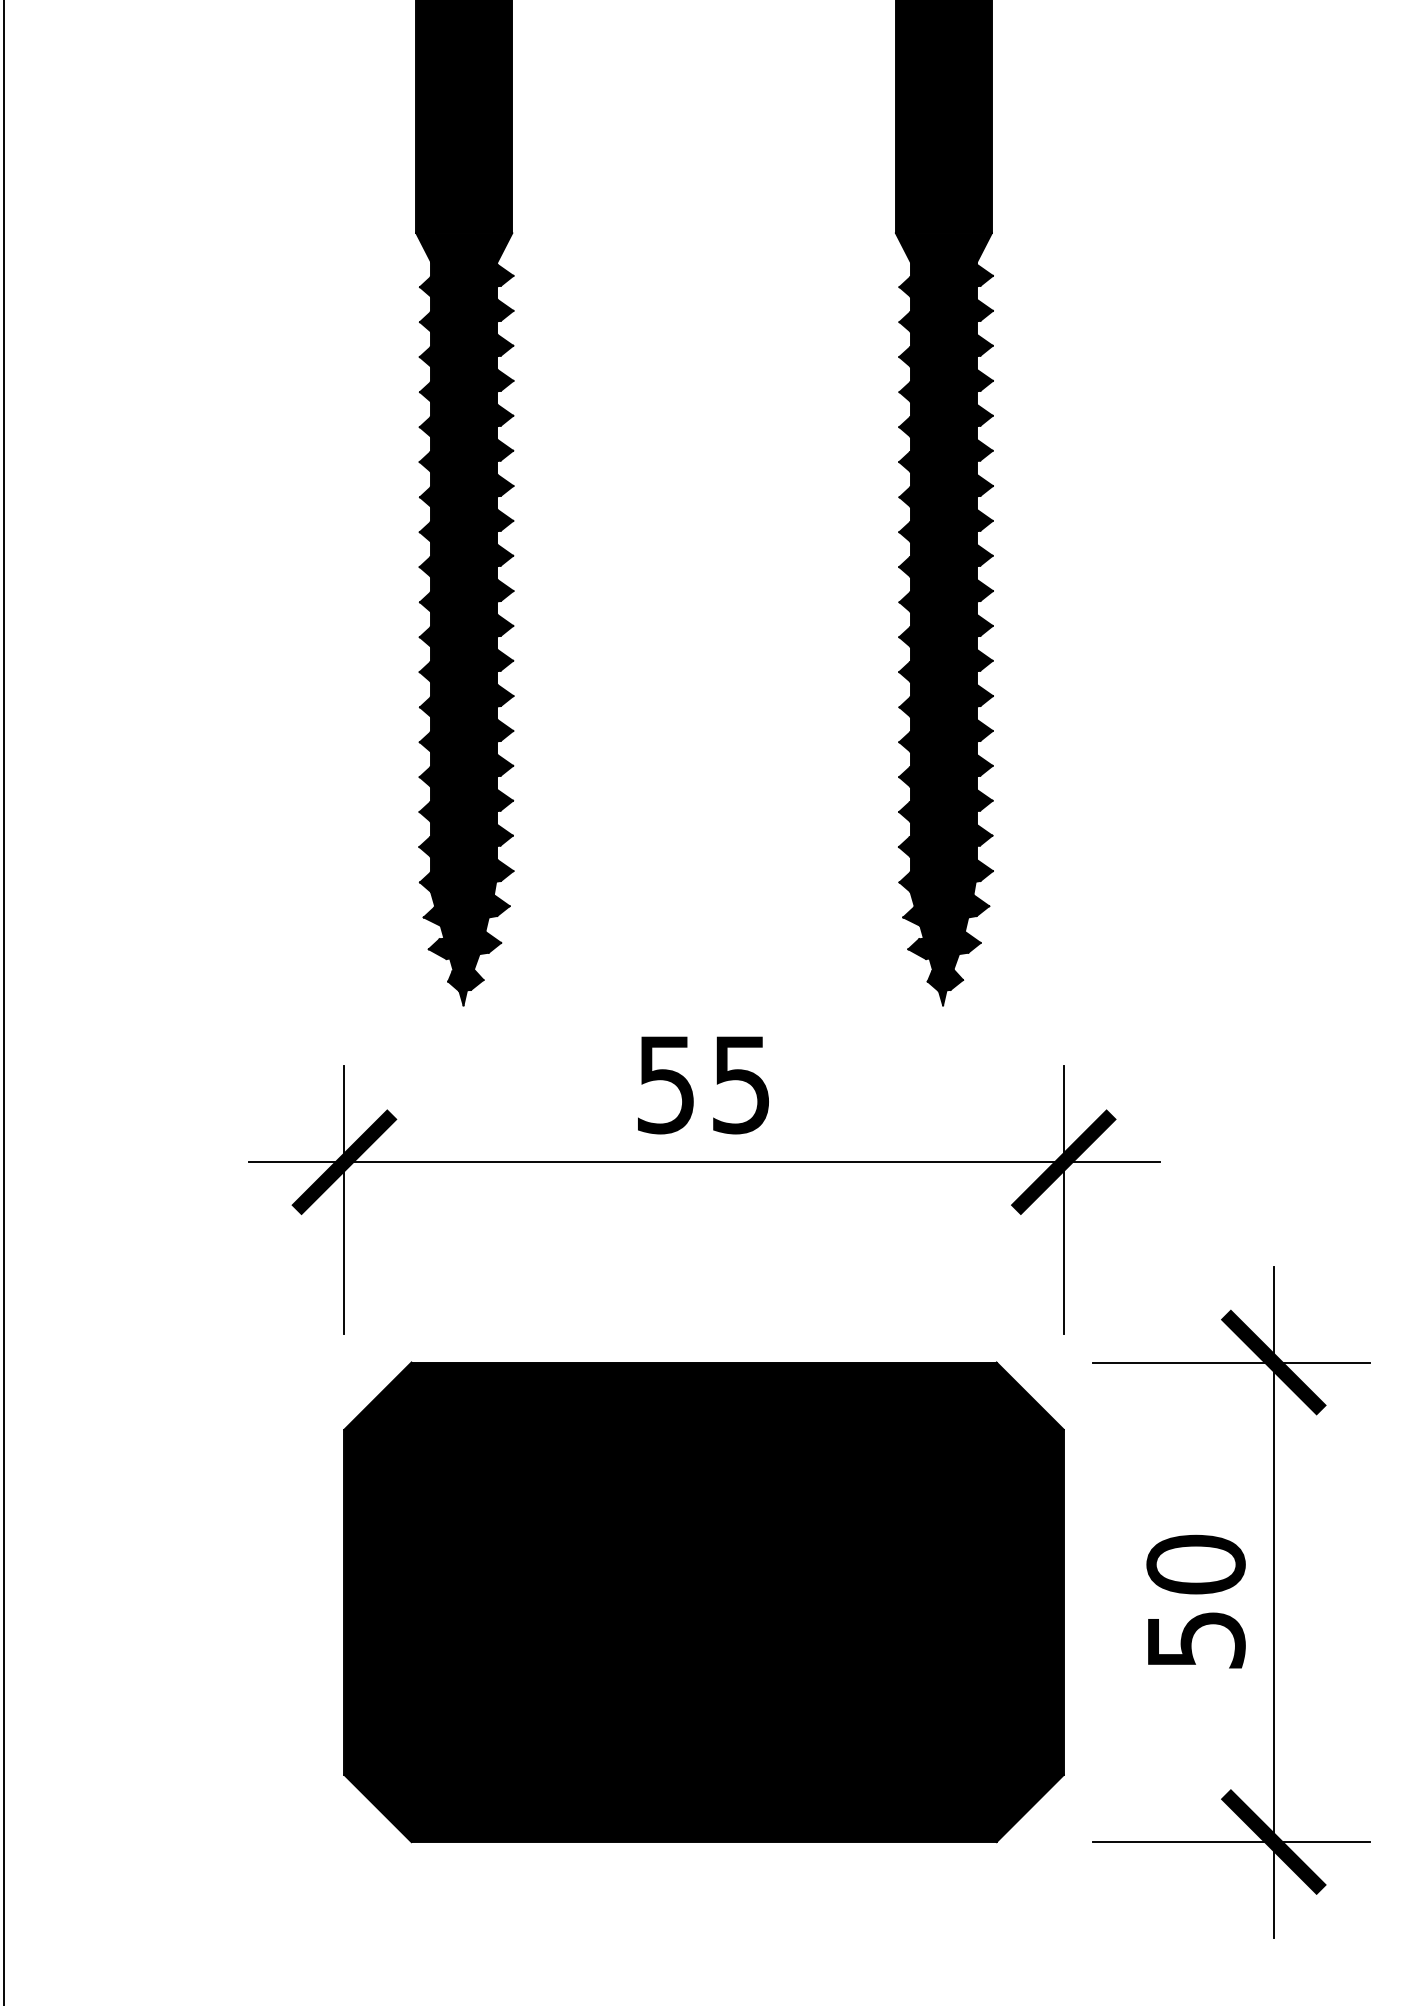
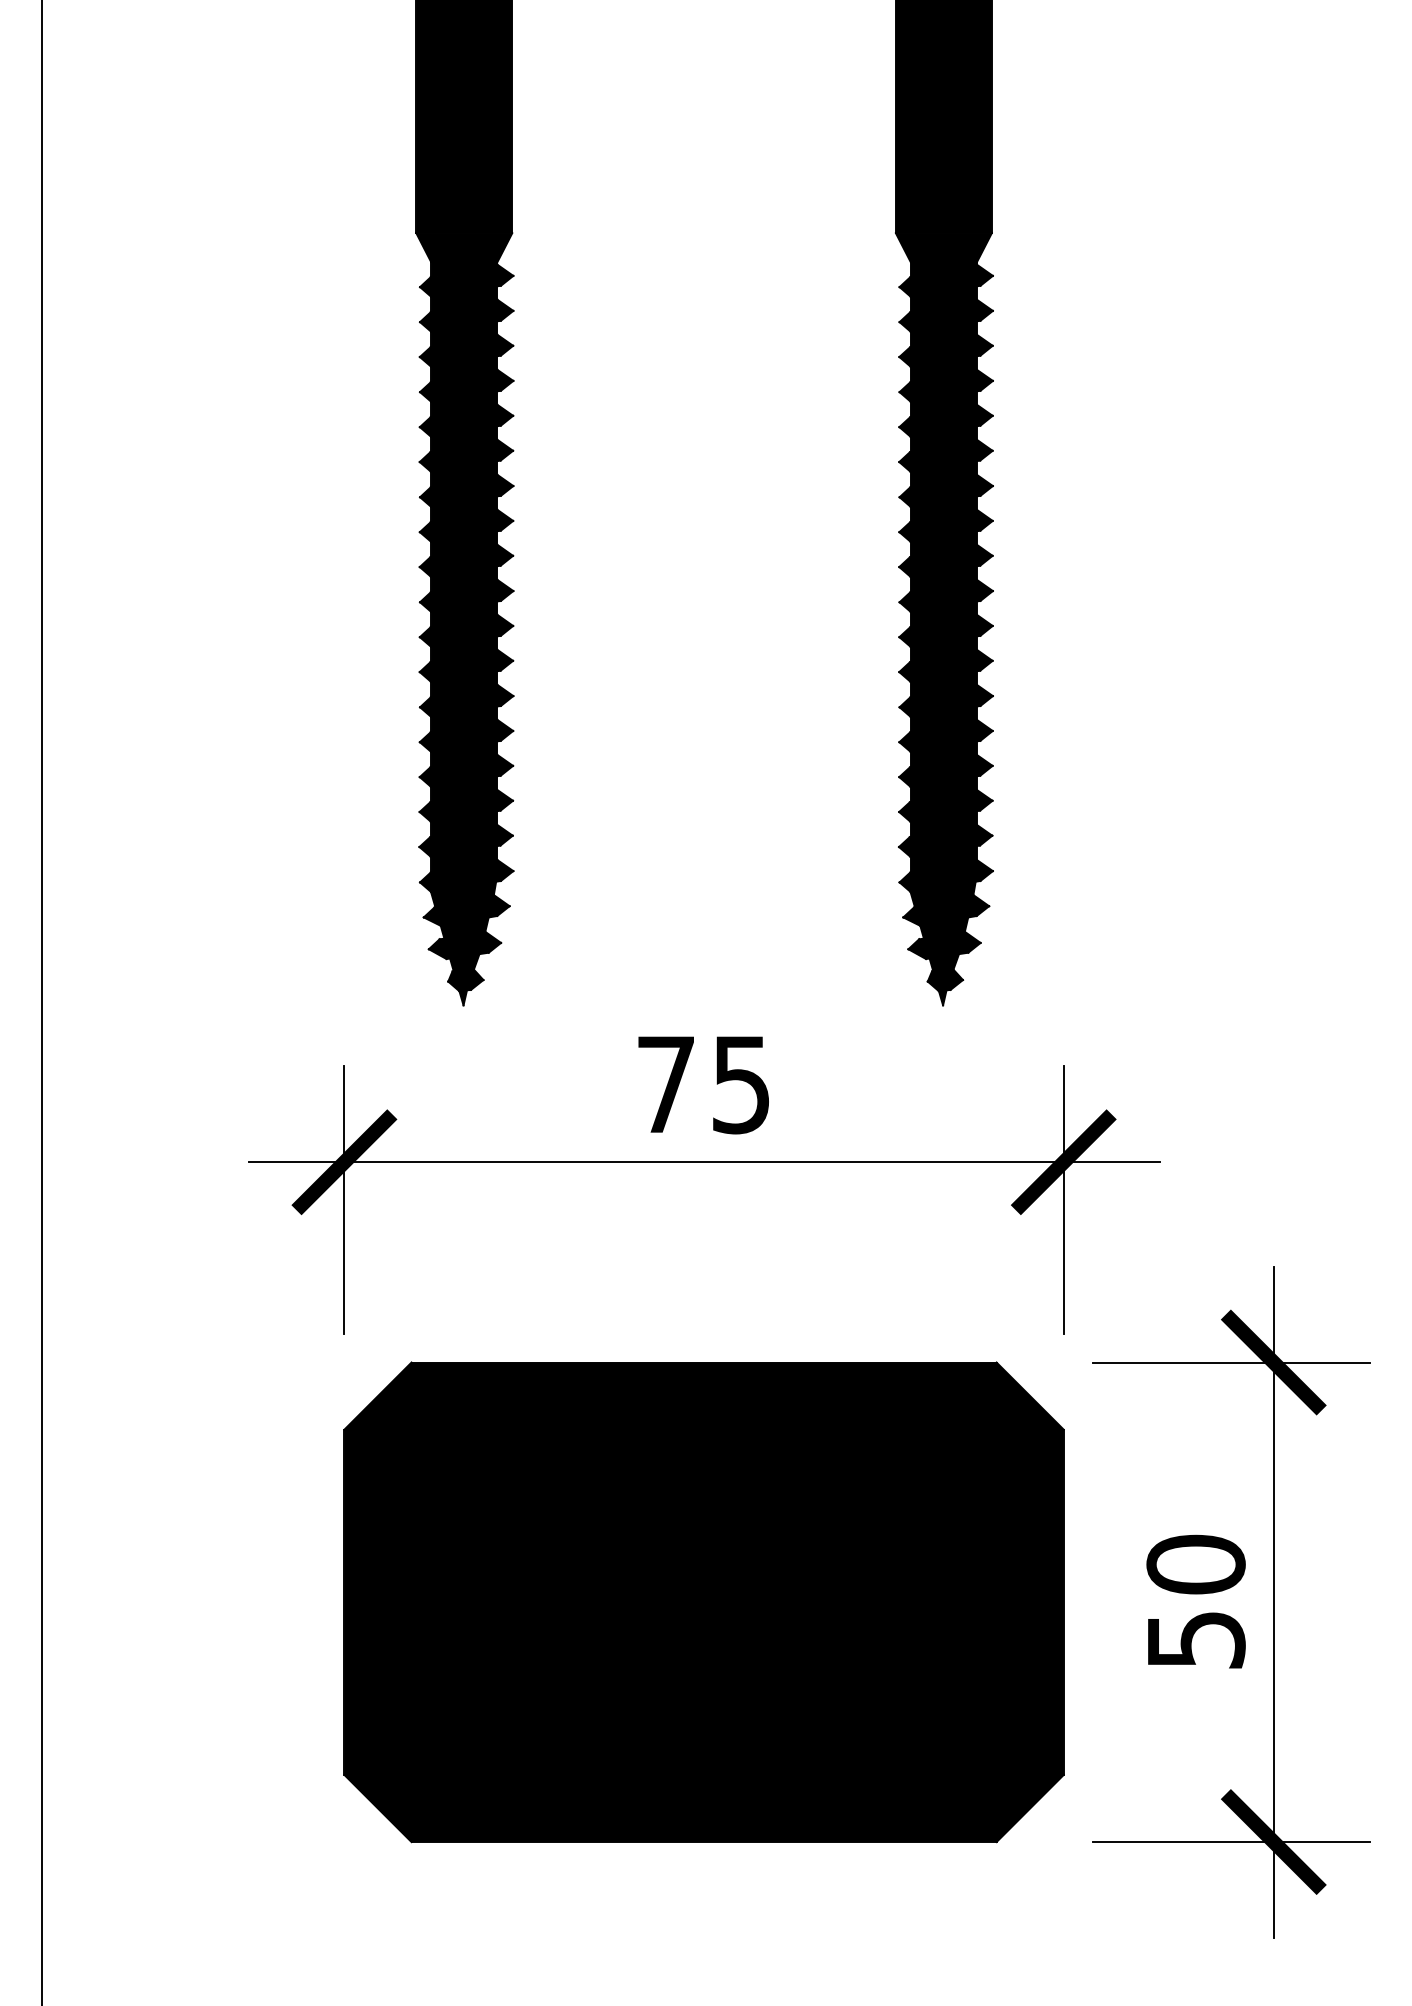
line at (4, 1002) position: (4, 1002) -> (42, 1002)
text at (665, 1085): 55 -> 75
